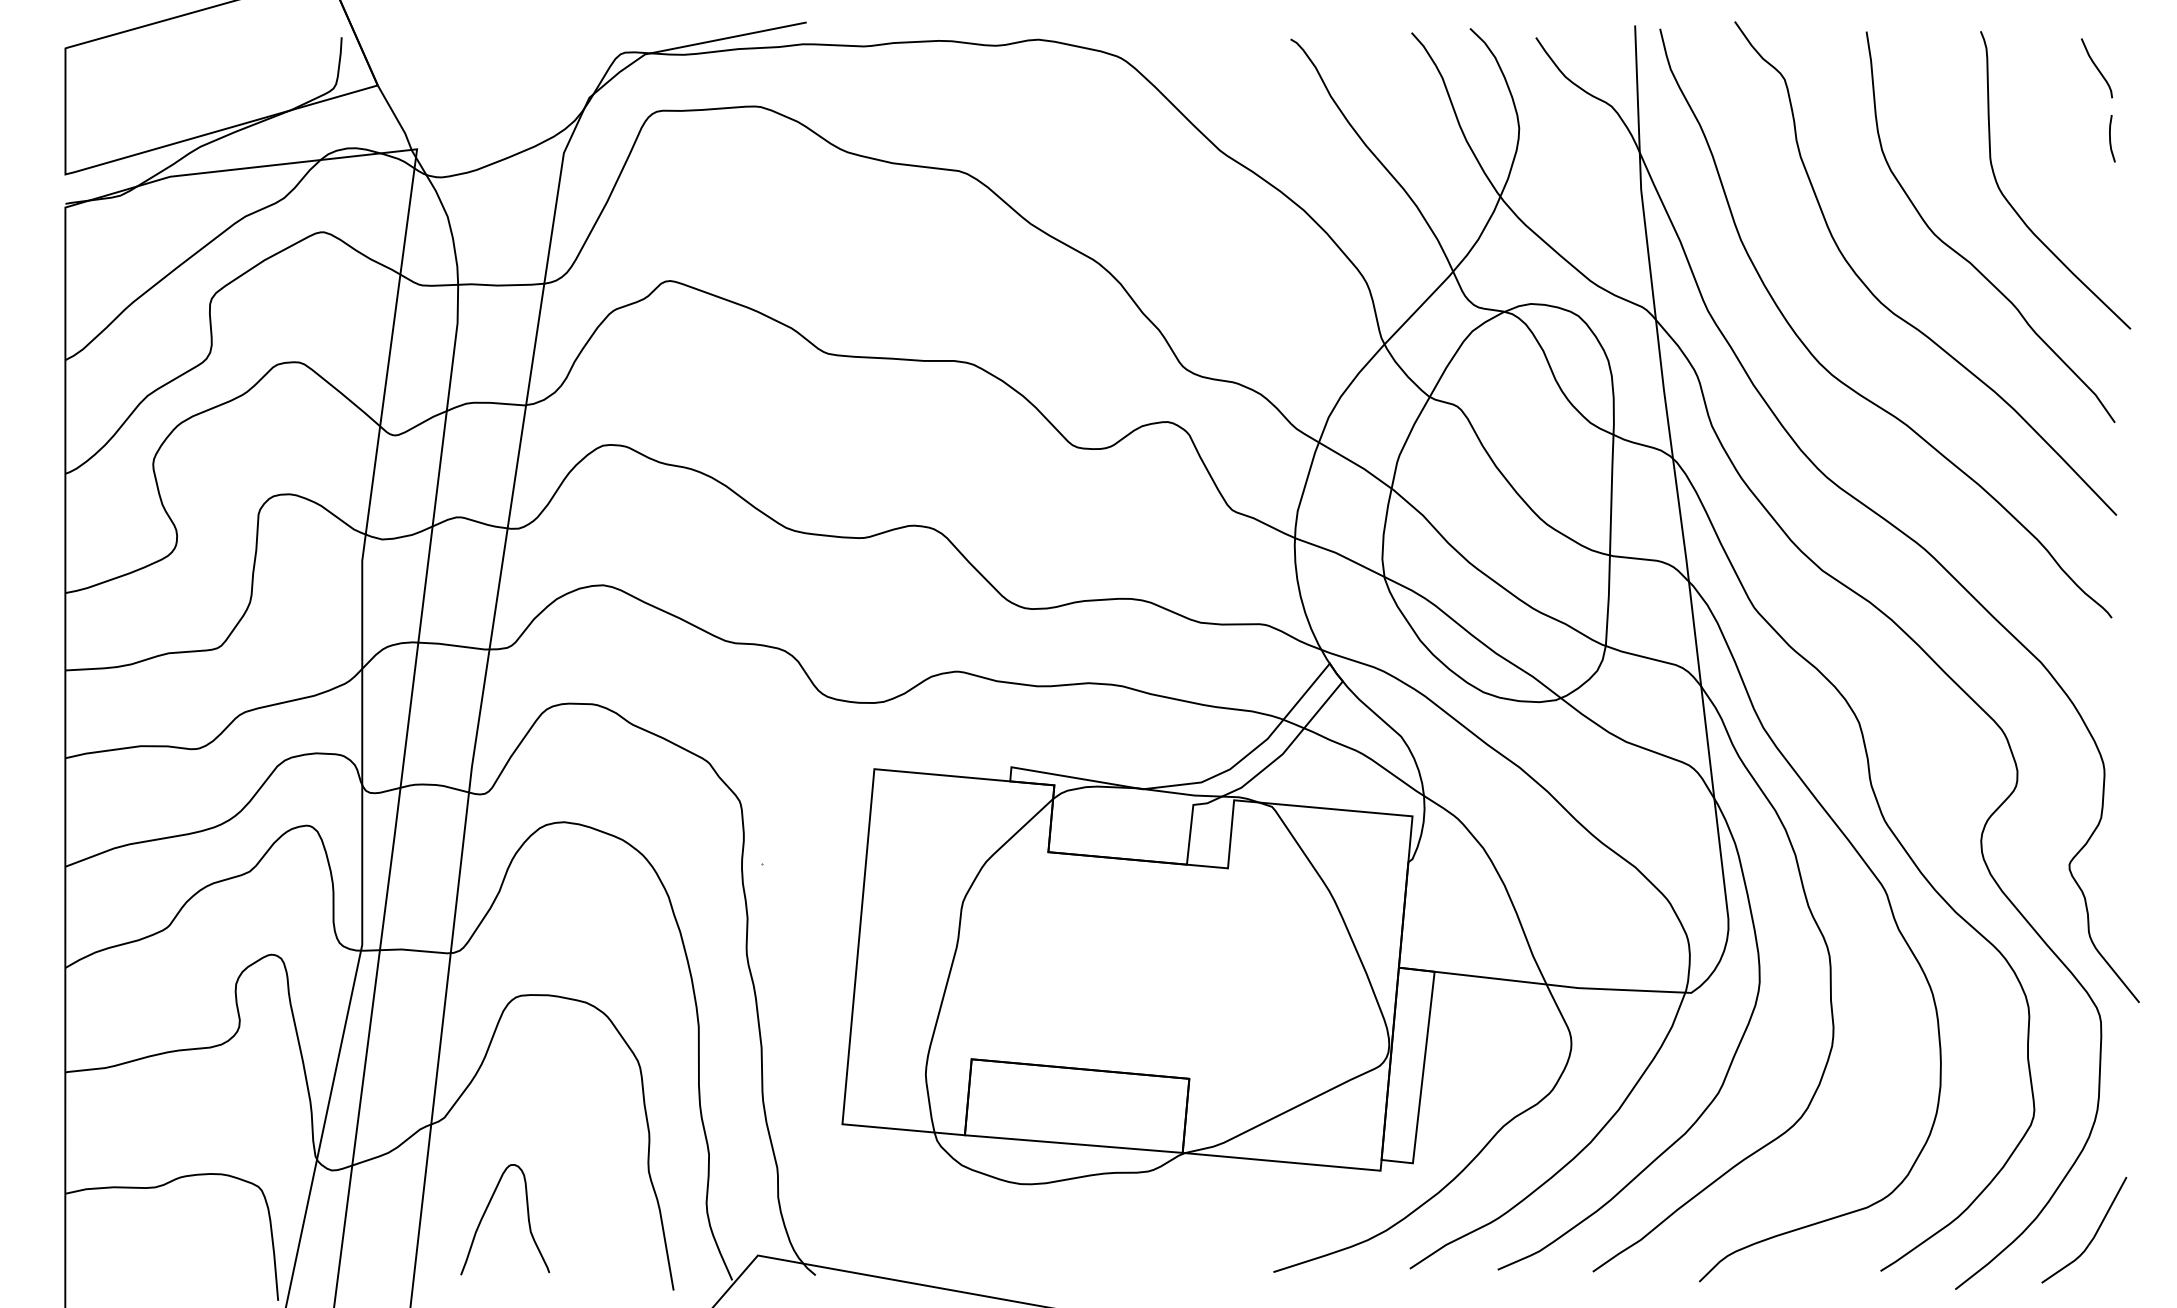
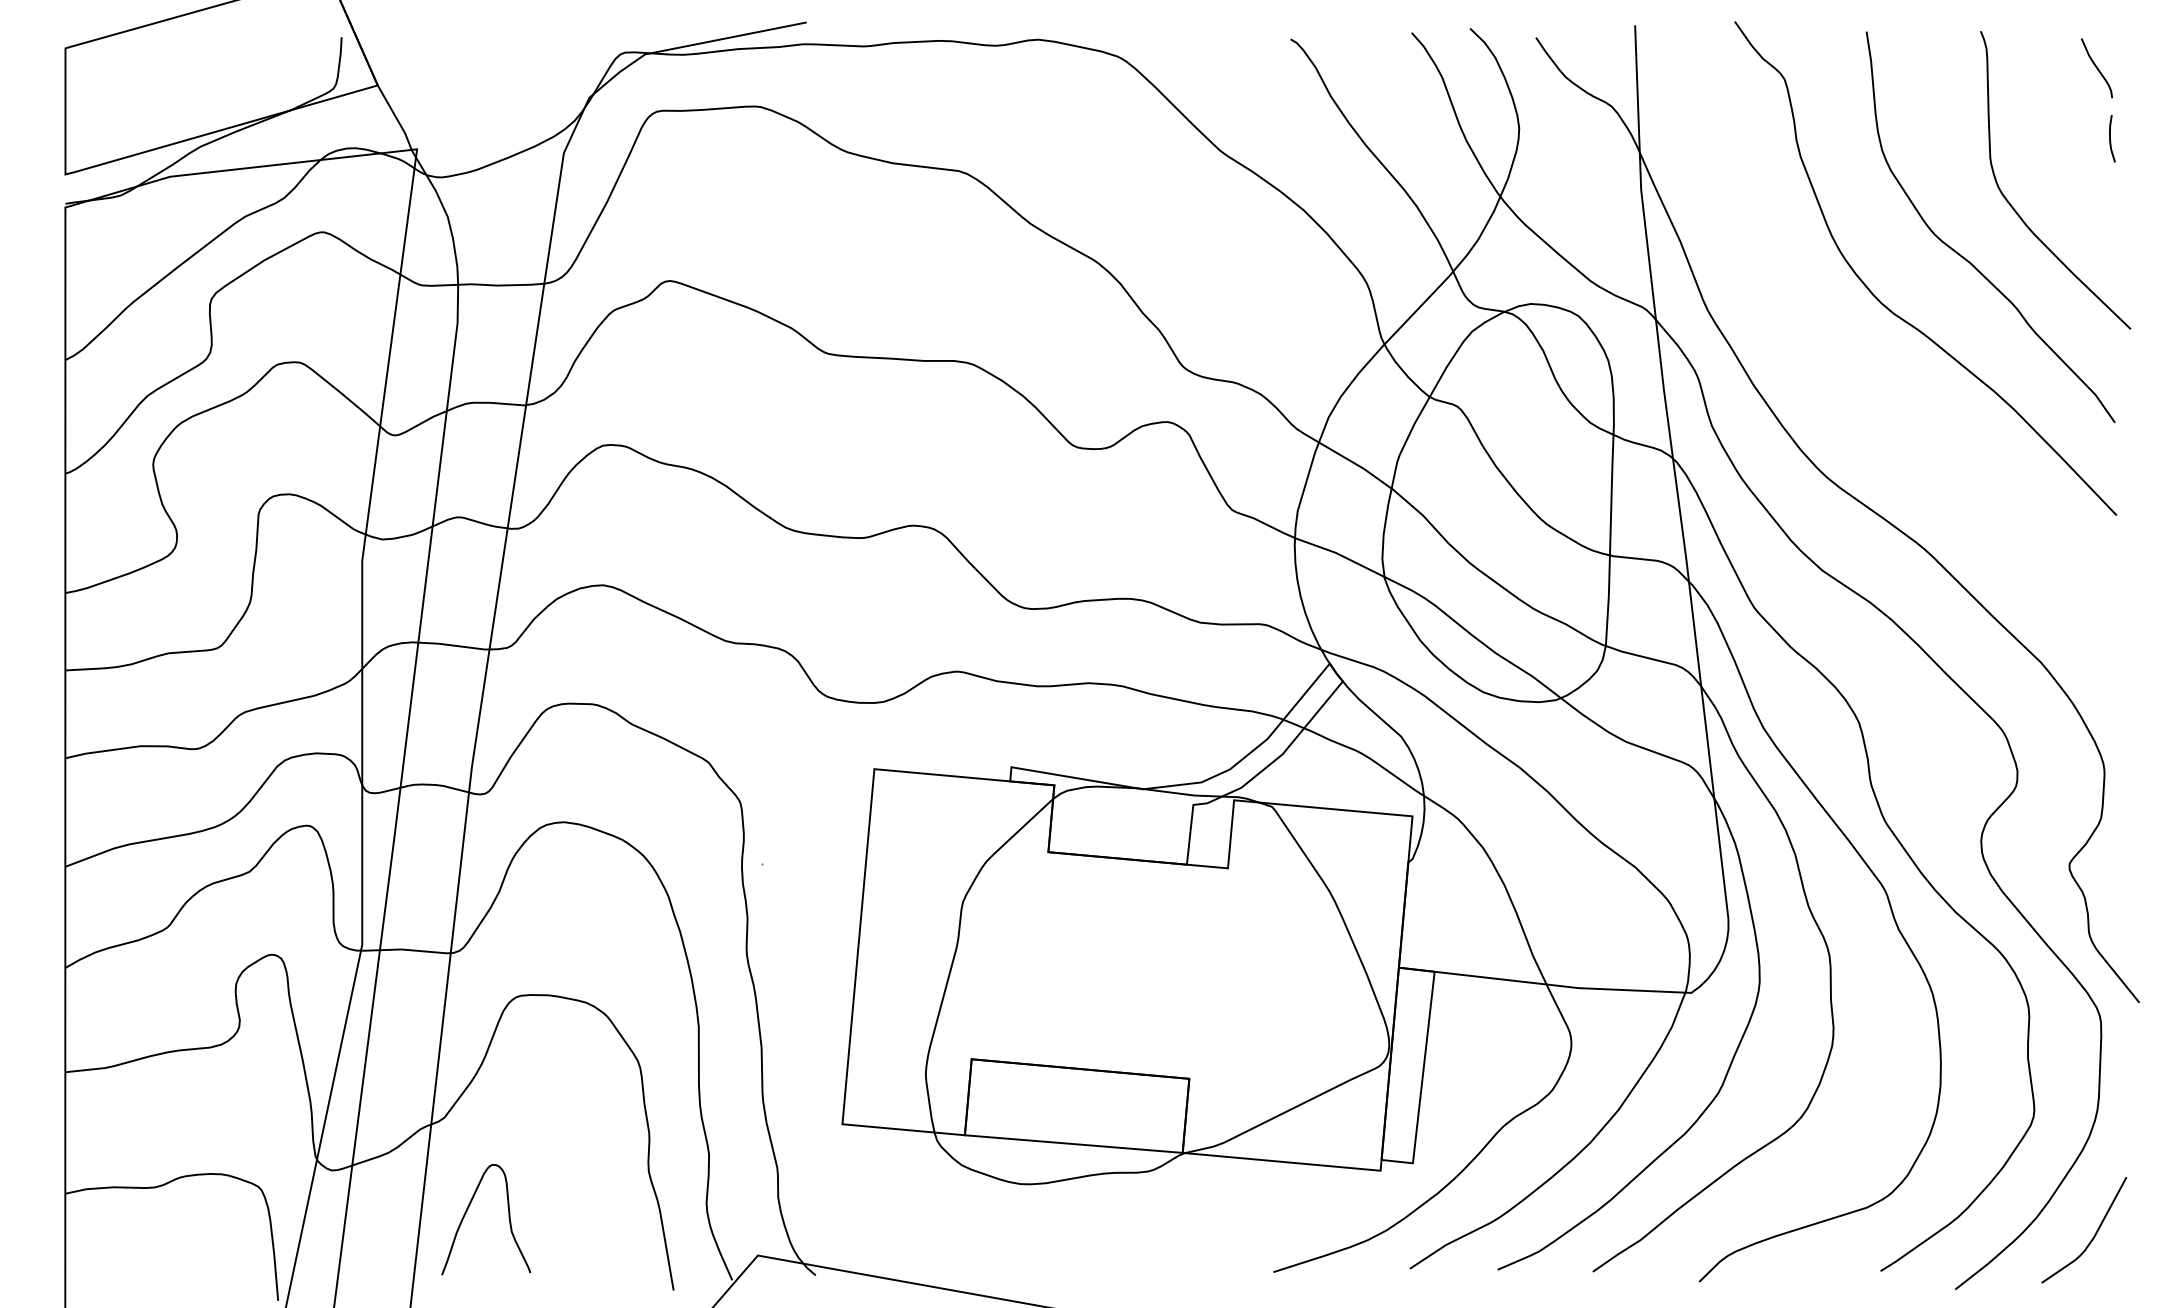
curve at (1845, 383): present -> none
curve at (487, 1209) position: (487, 1209) -> (468, 1209)
